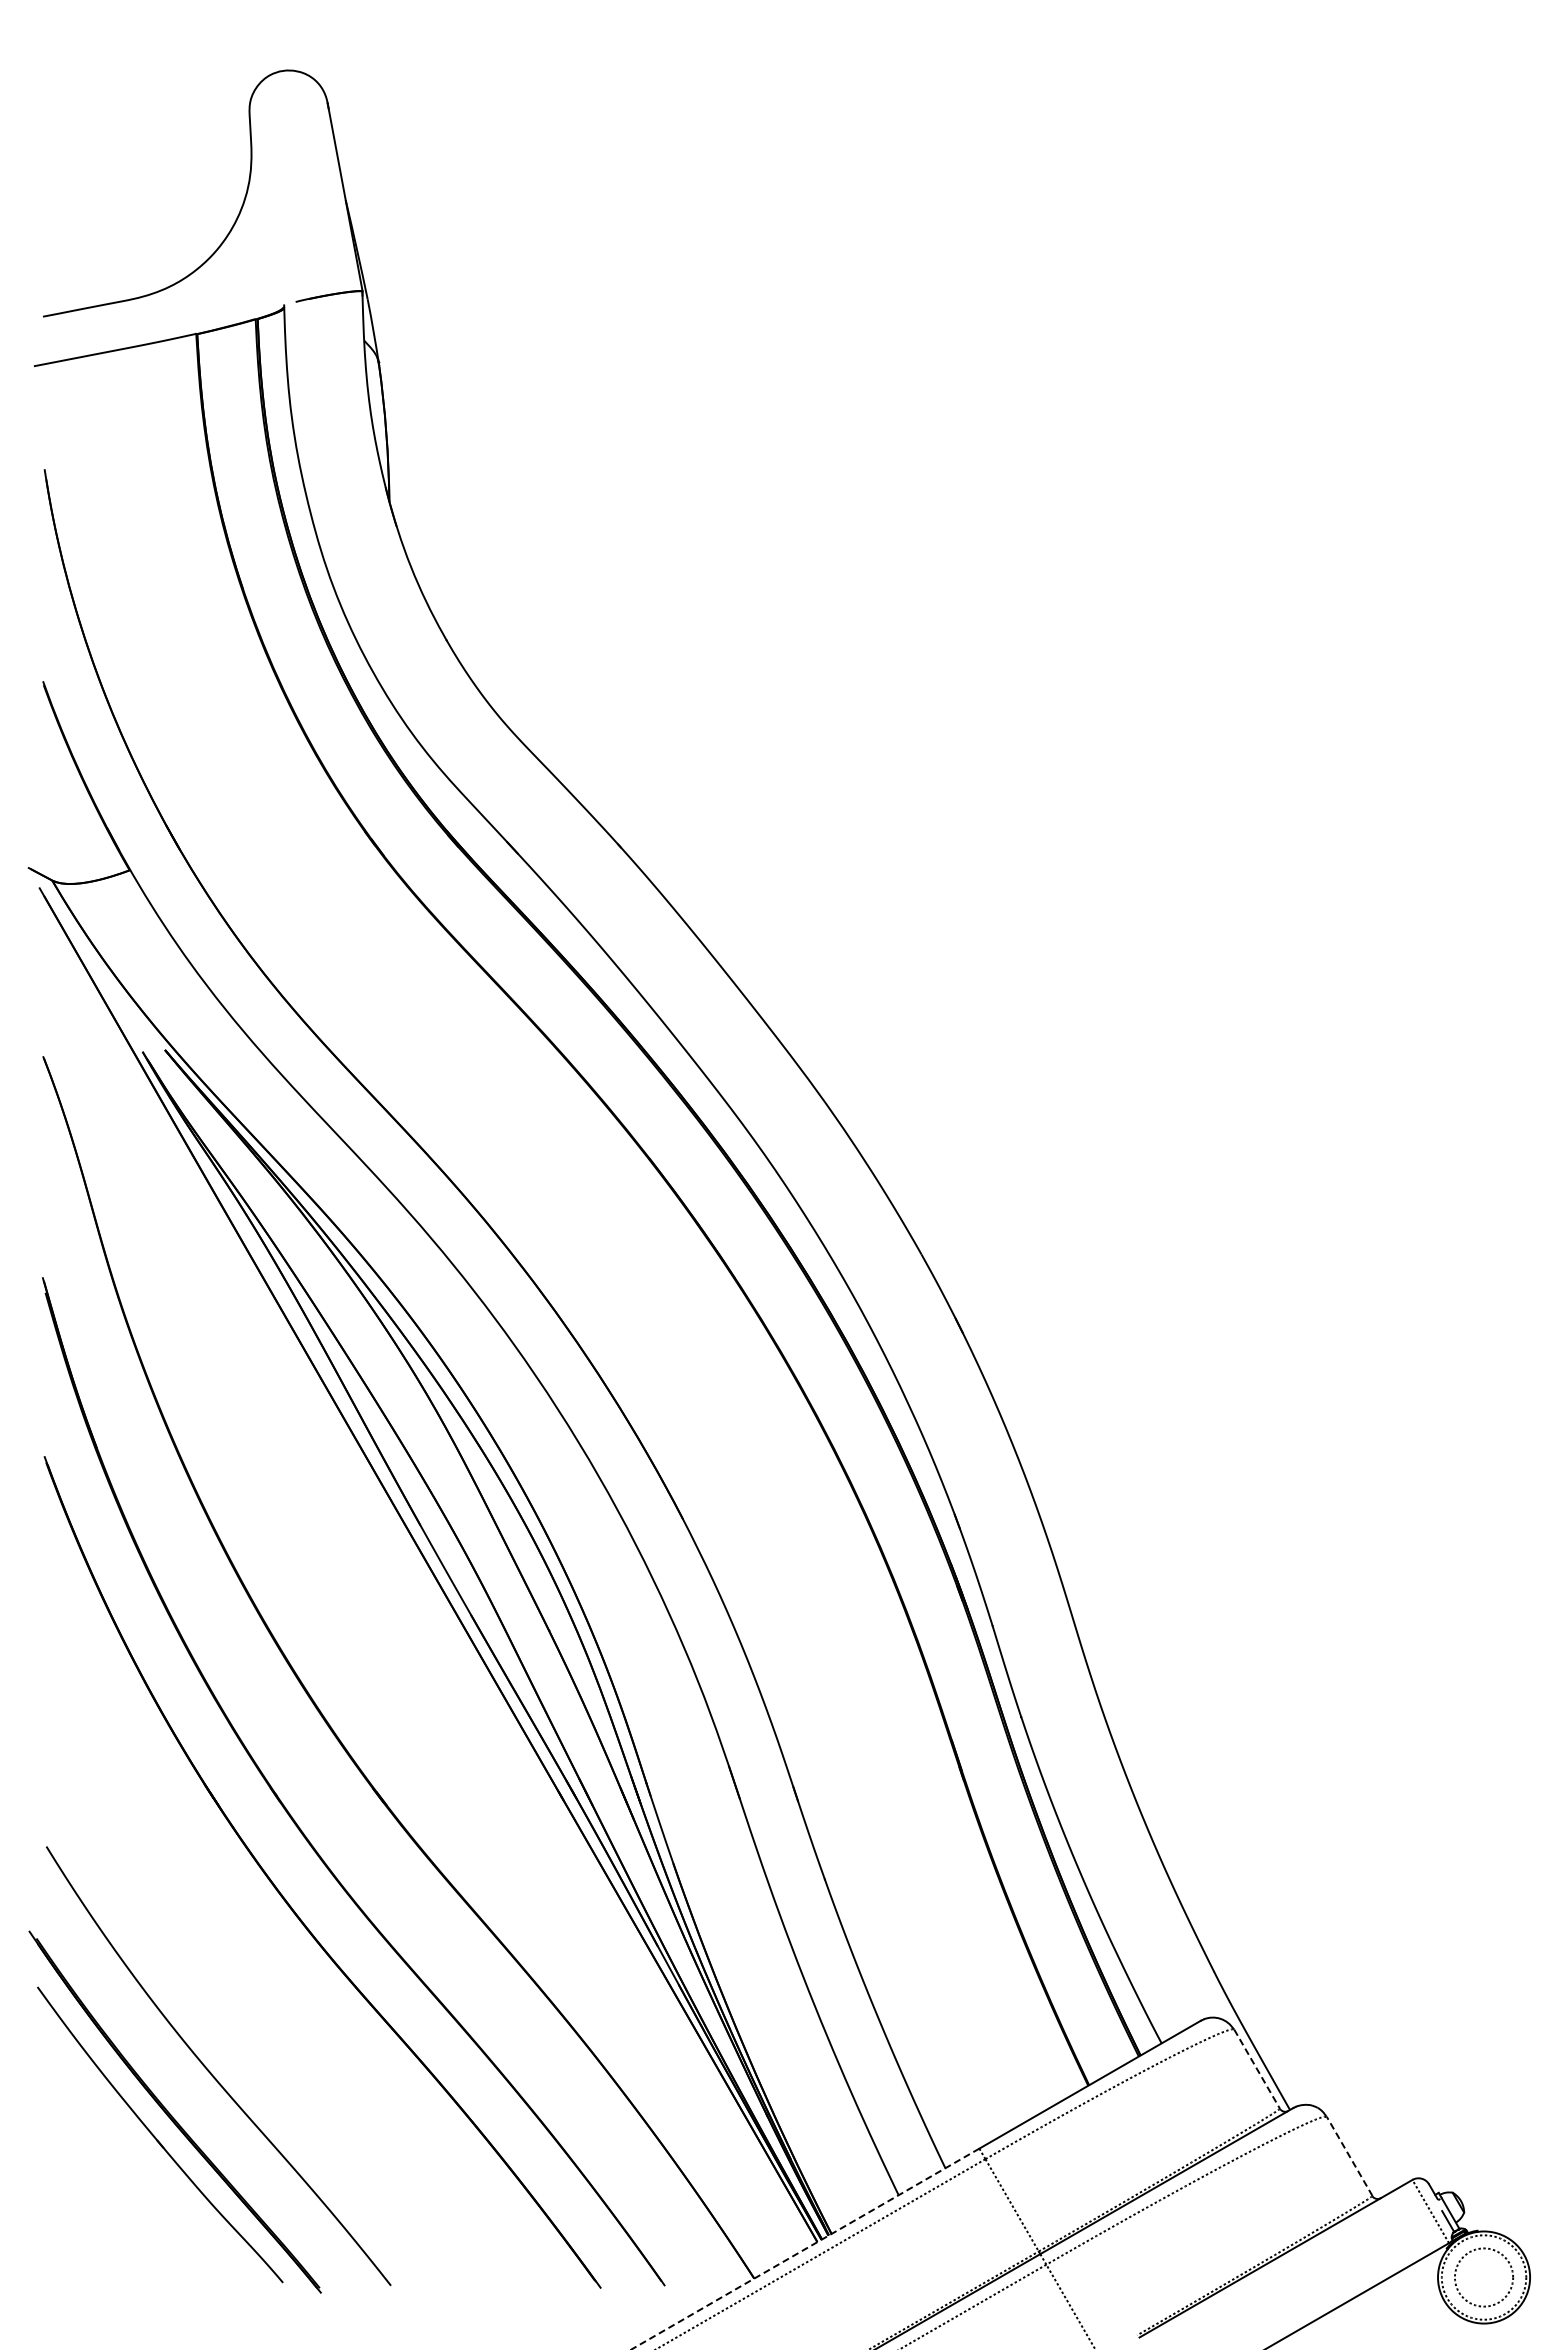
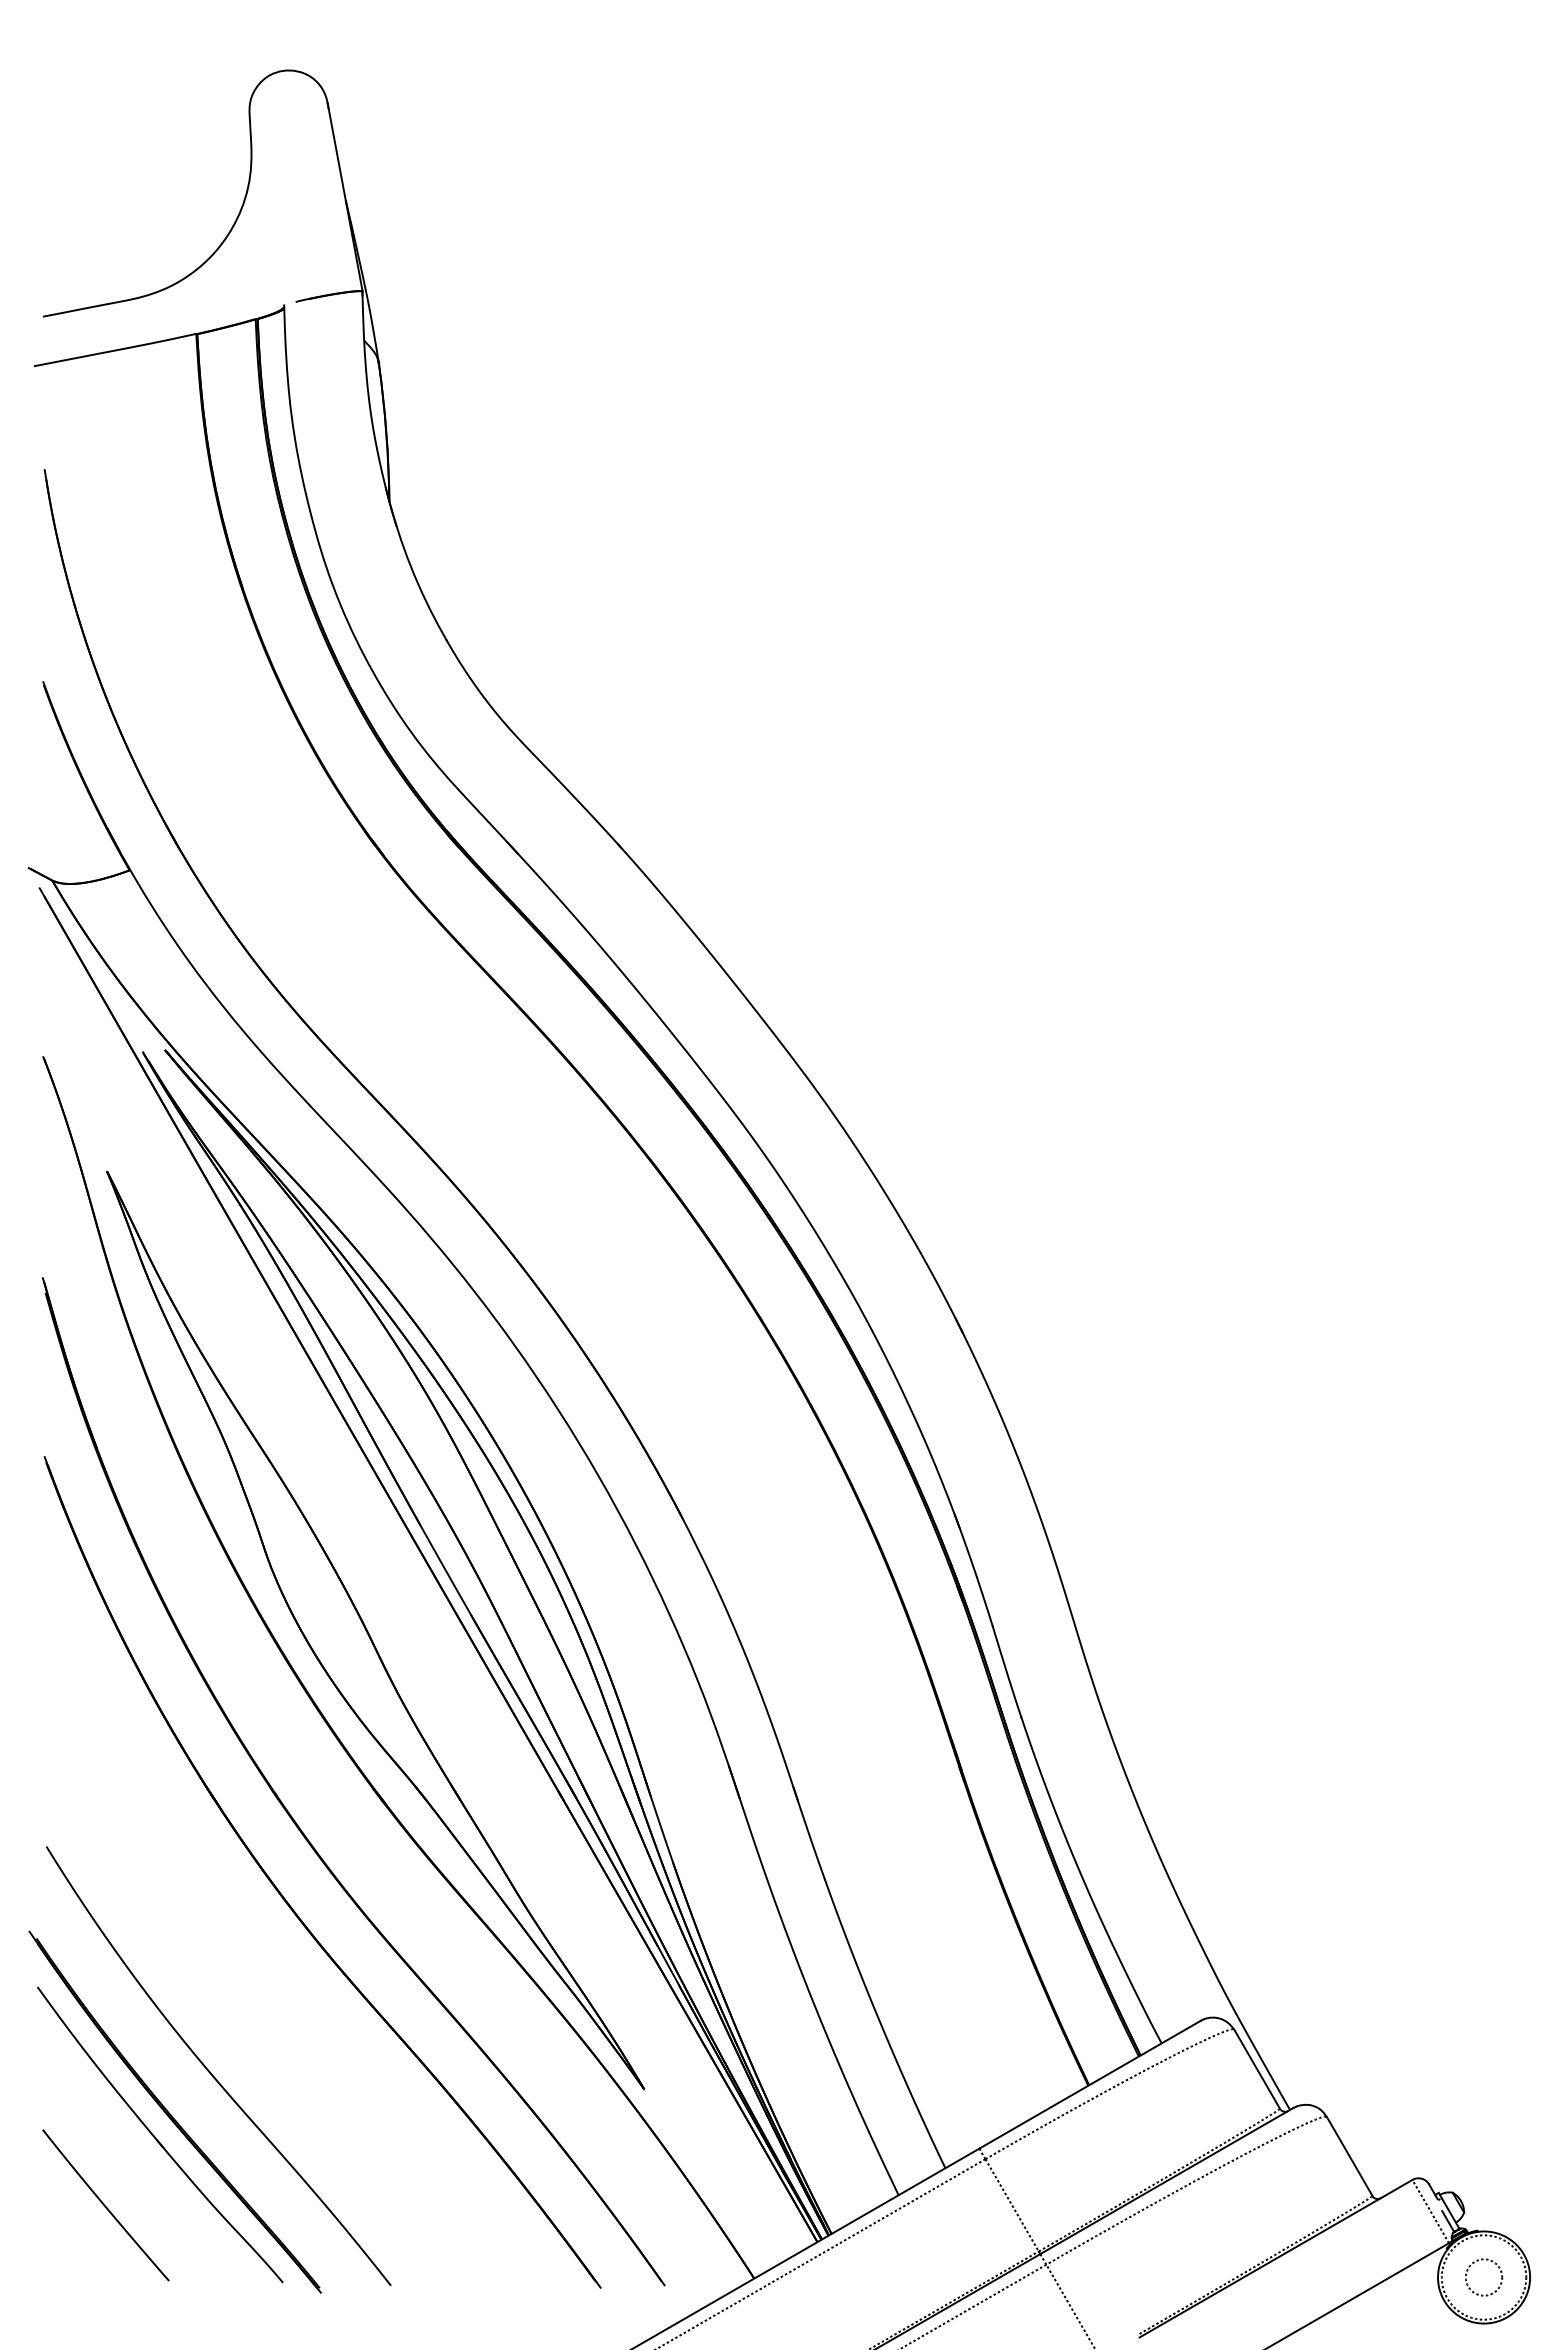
part at (369, 1633): none -> present
line at (1257, 2069): dashed -> solid
line at (1349, 2156): dashed -> solid
curve at (105, 2205): none -> present
line at (804, 2249): dashed -> solid
circle at (1483, 2277) diameter: 58 px -> 36 px
